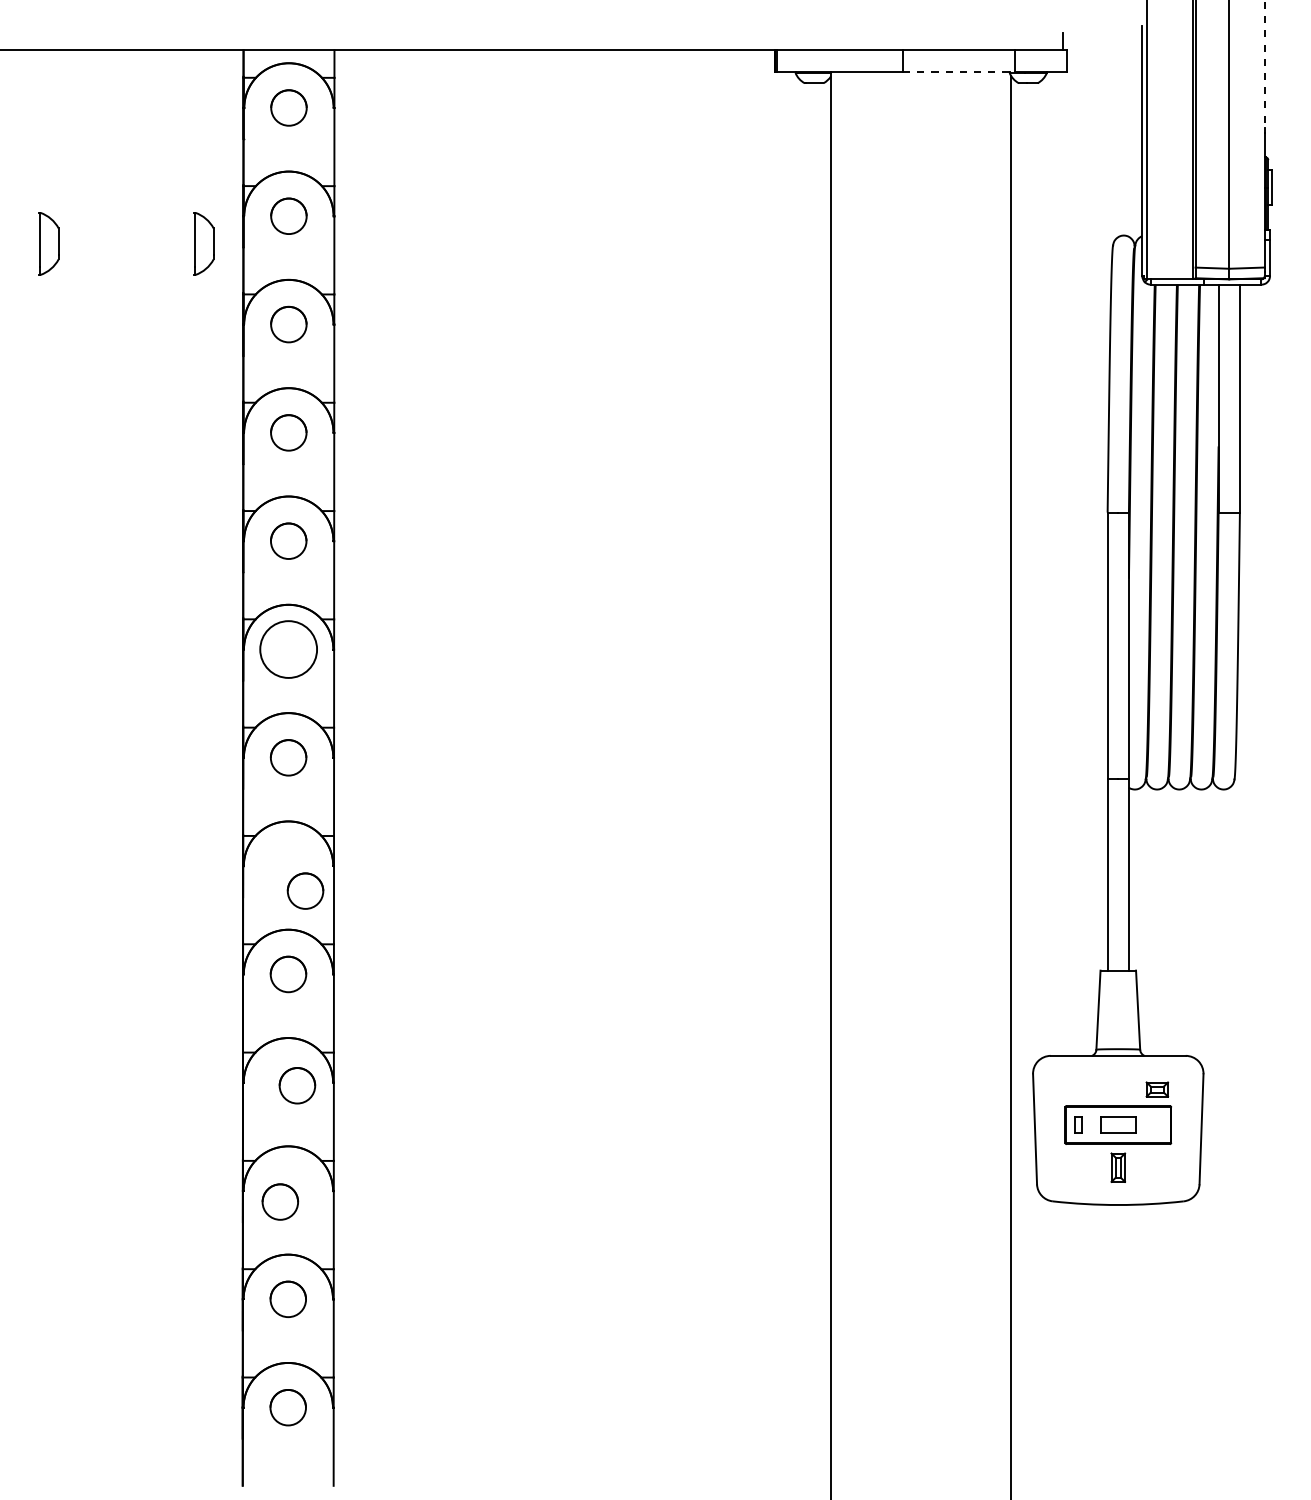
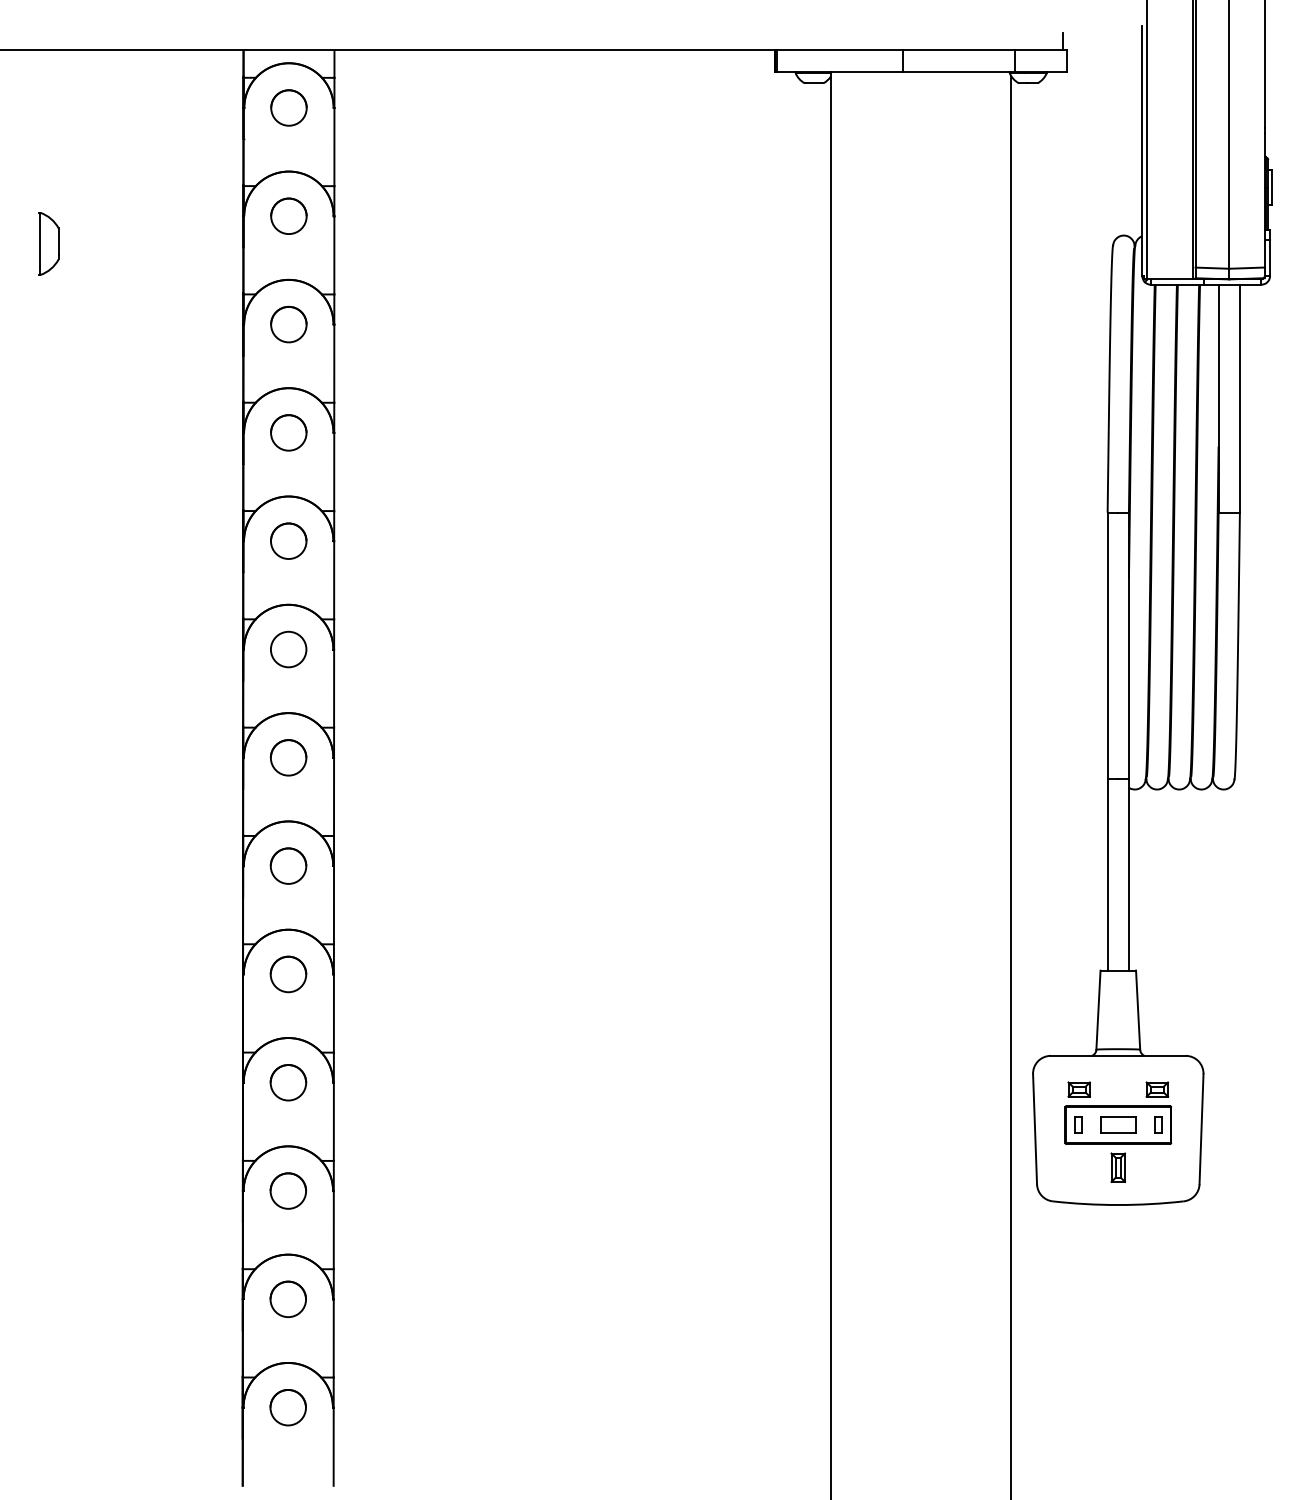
line at (1264, 64): dashed -> solid
line at (958, 71): dashed -> solid
part at (203, 243): present -> none
circle at (288, 649) diameter: 57 px -> 36 px
part at (305, 890) position: (305, 890) -> (288, 865)
part at (297, 1085) position: (297, 1085) -> (288, 1082)
part at (1078, 1089): none -> present
part at (1158, 1124): none -> present
part at (280, 1201) position: (280, 1201) -> (288, 1190)
